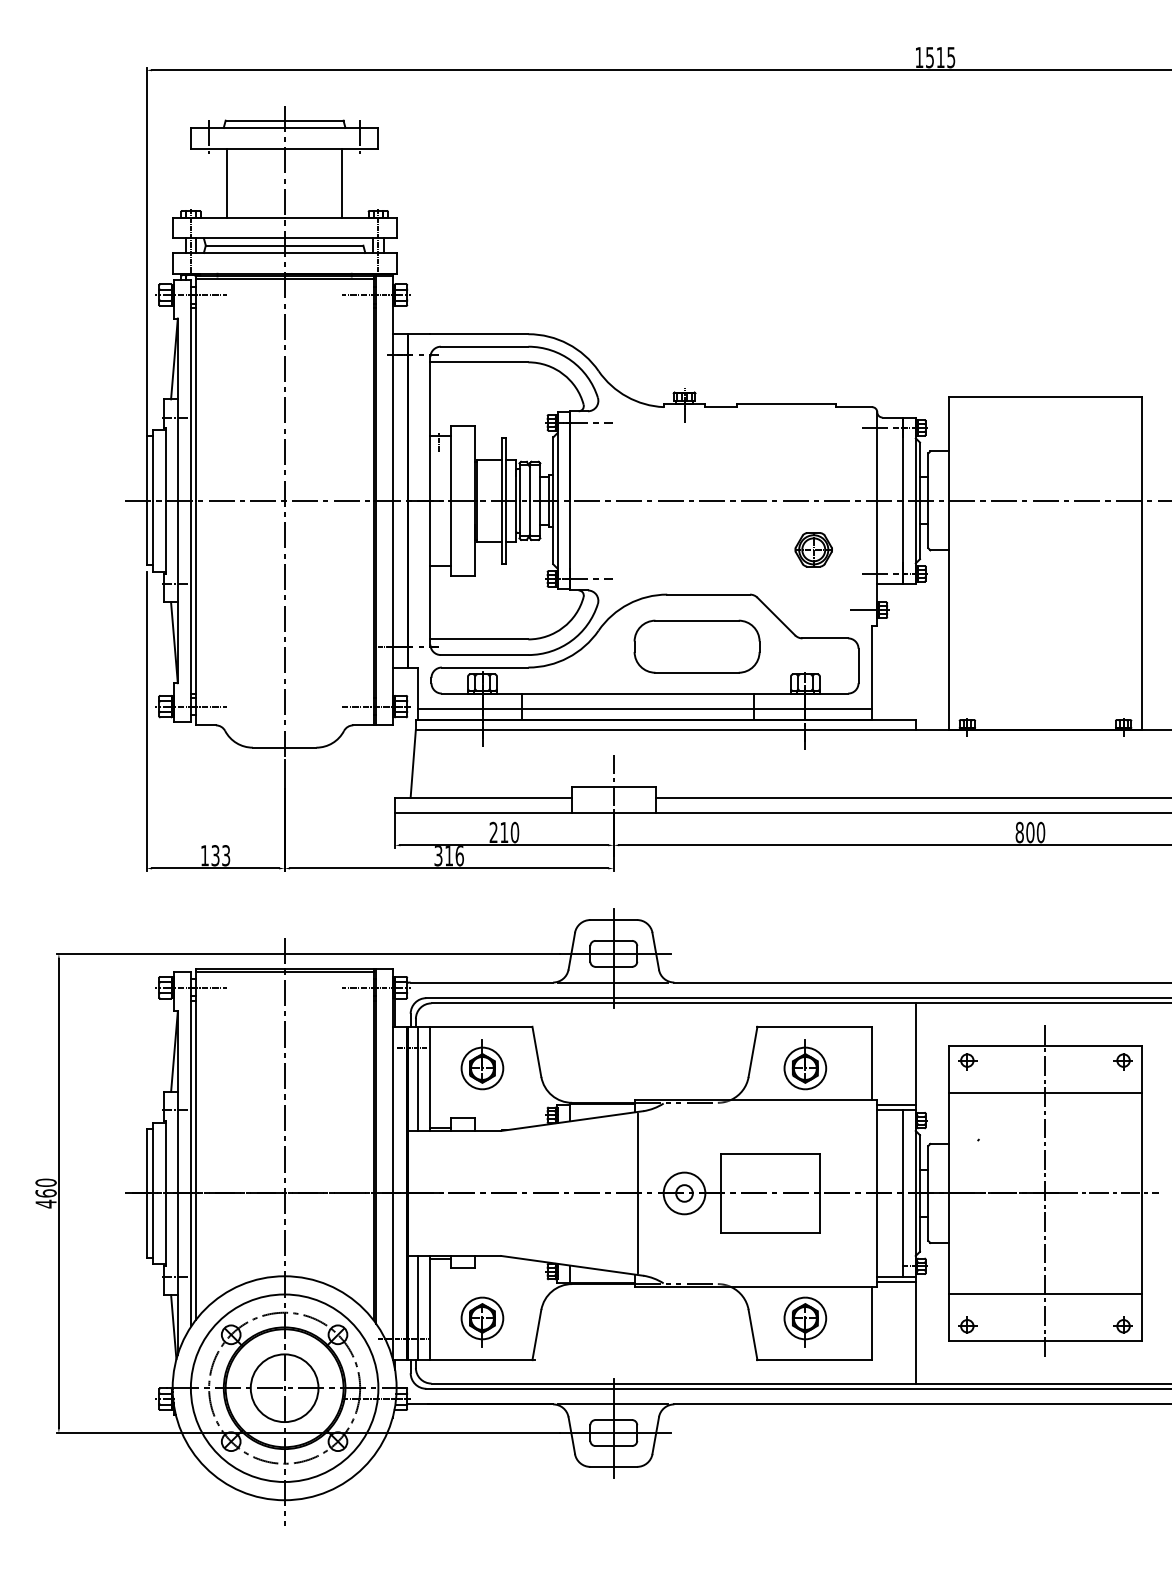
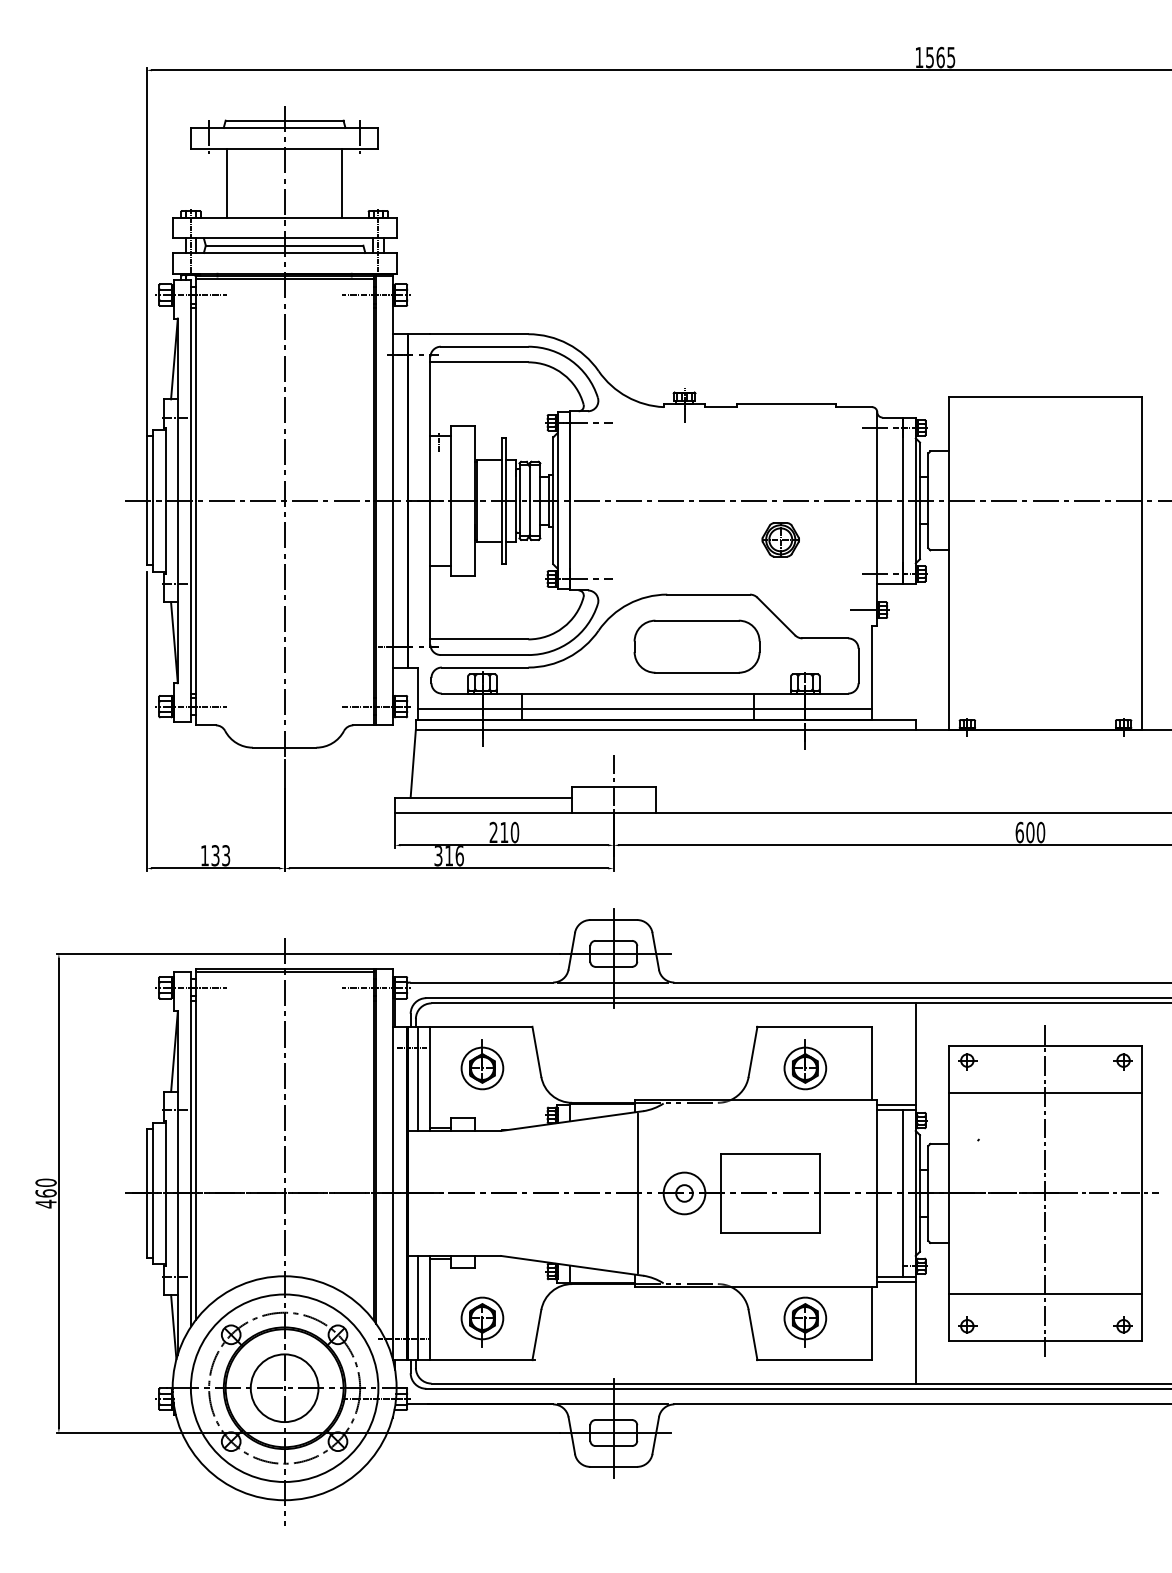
text at (940, 57): 1515 -> 1565
part at (813, 549) position: (813, 549) -> (780, 539)
line at (911, 797): present -> none
text at (1019, 832): 800 -> 600
